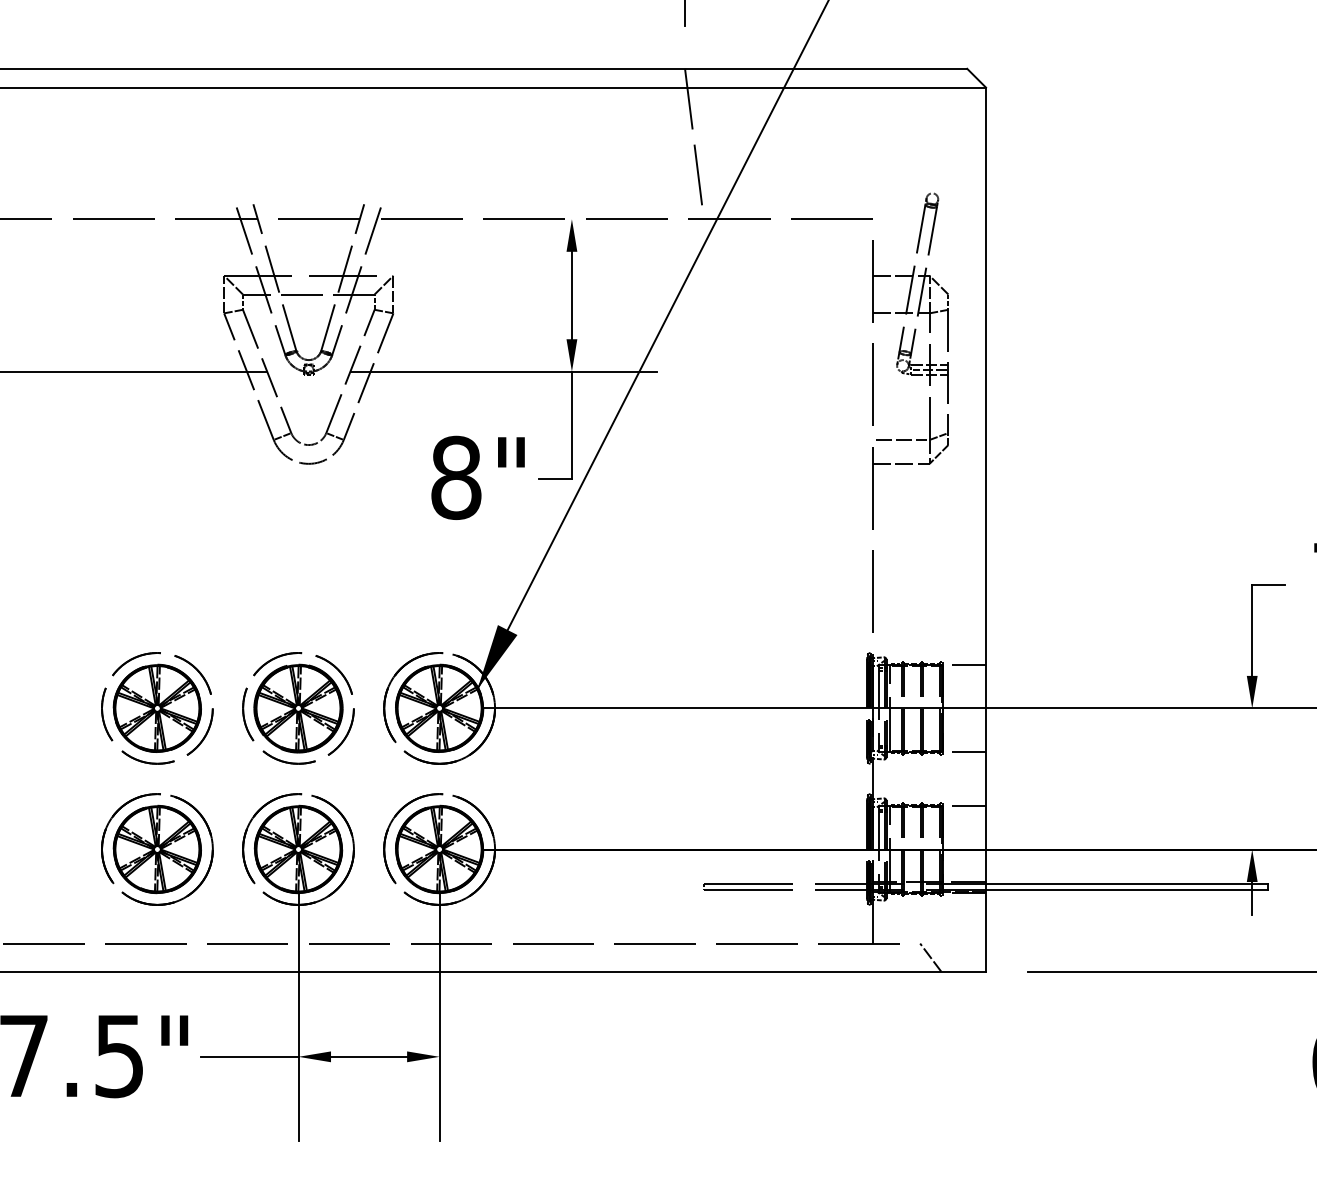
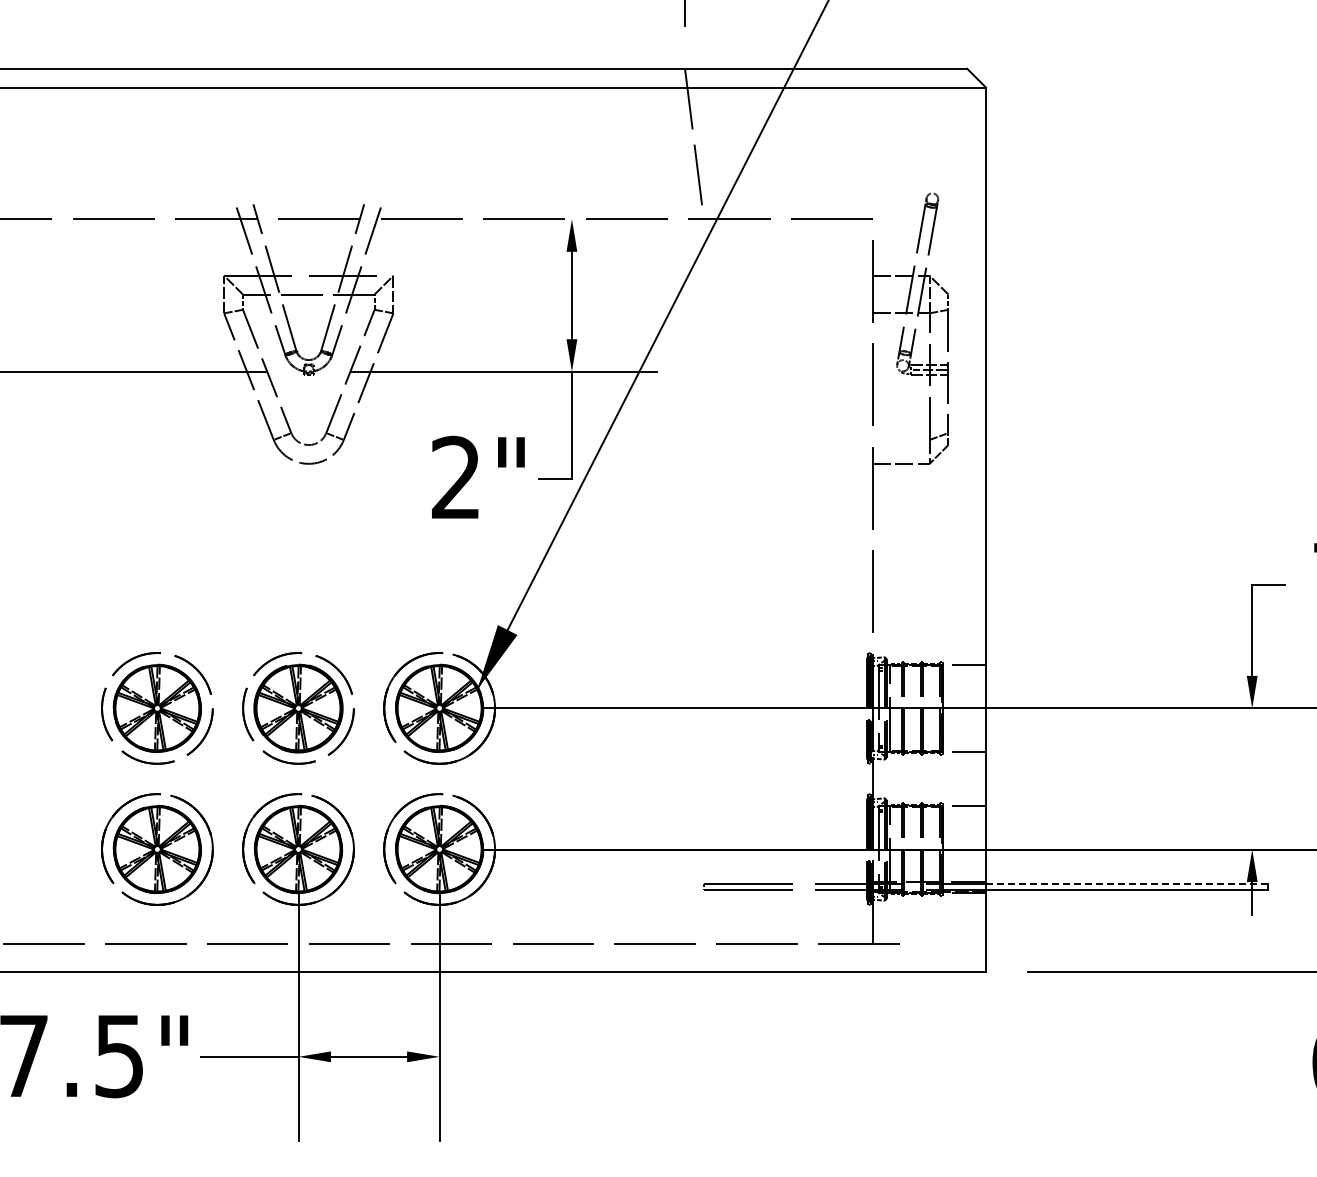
line at (900, 439): present -> none
text at (456, 477): 8" -> 2"
line at (1127, 883): solid -> dashed
line at (930, 957): present -> none
